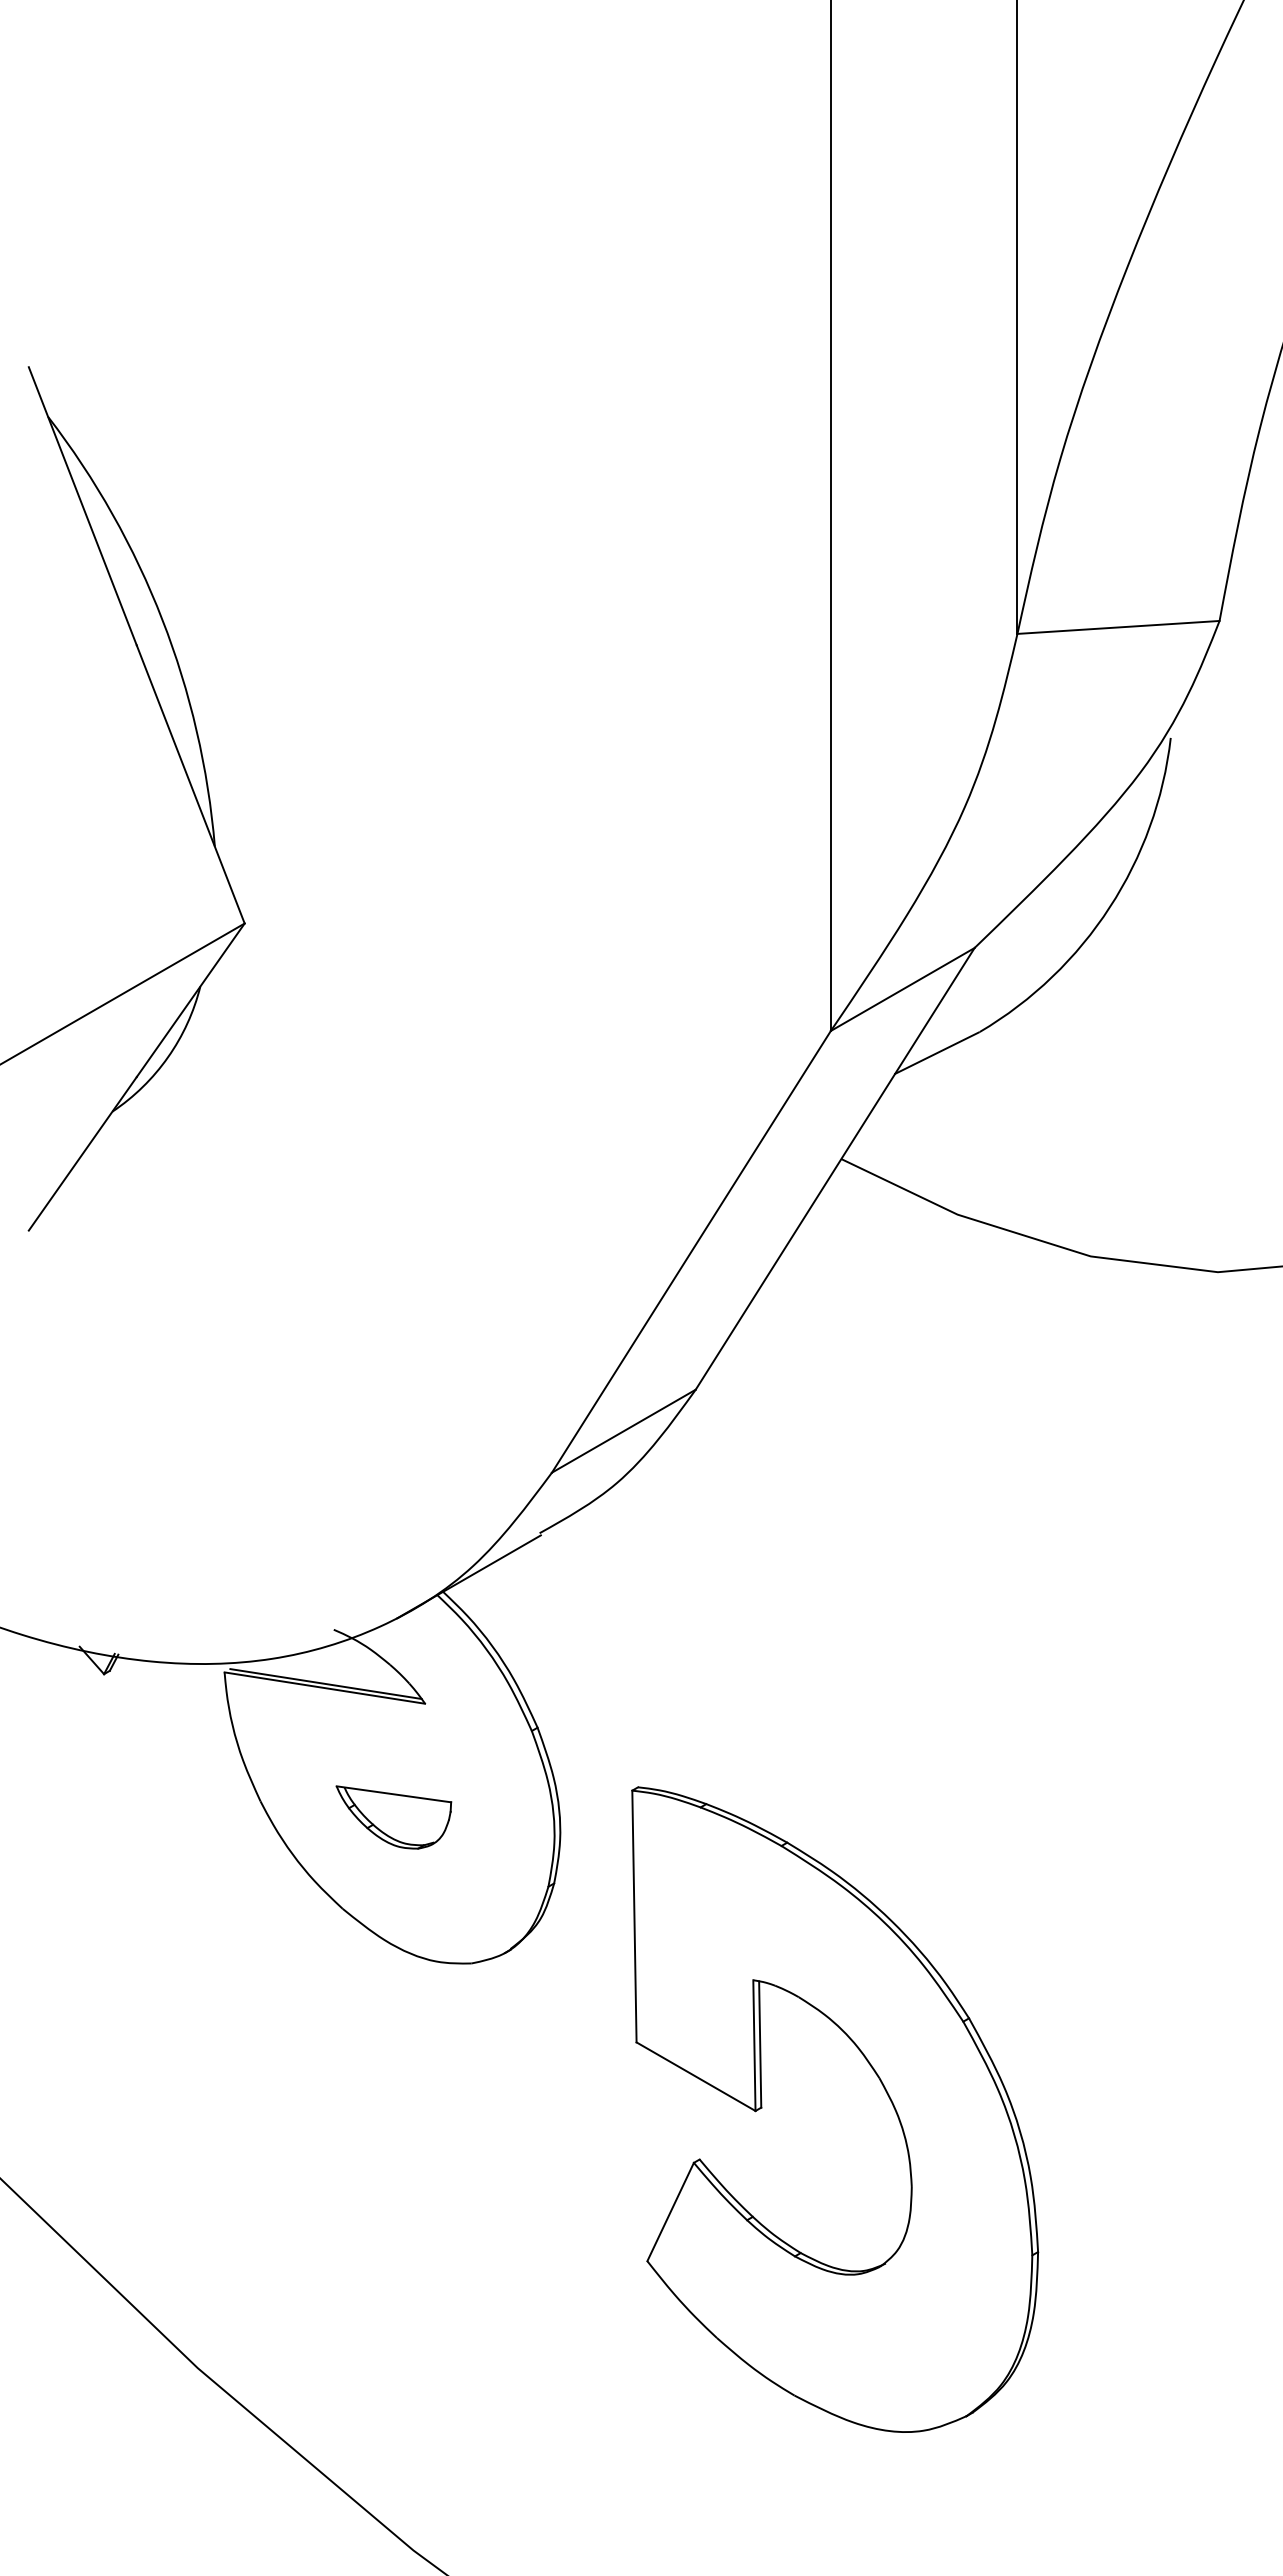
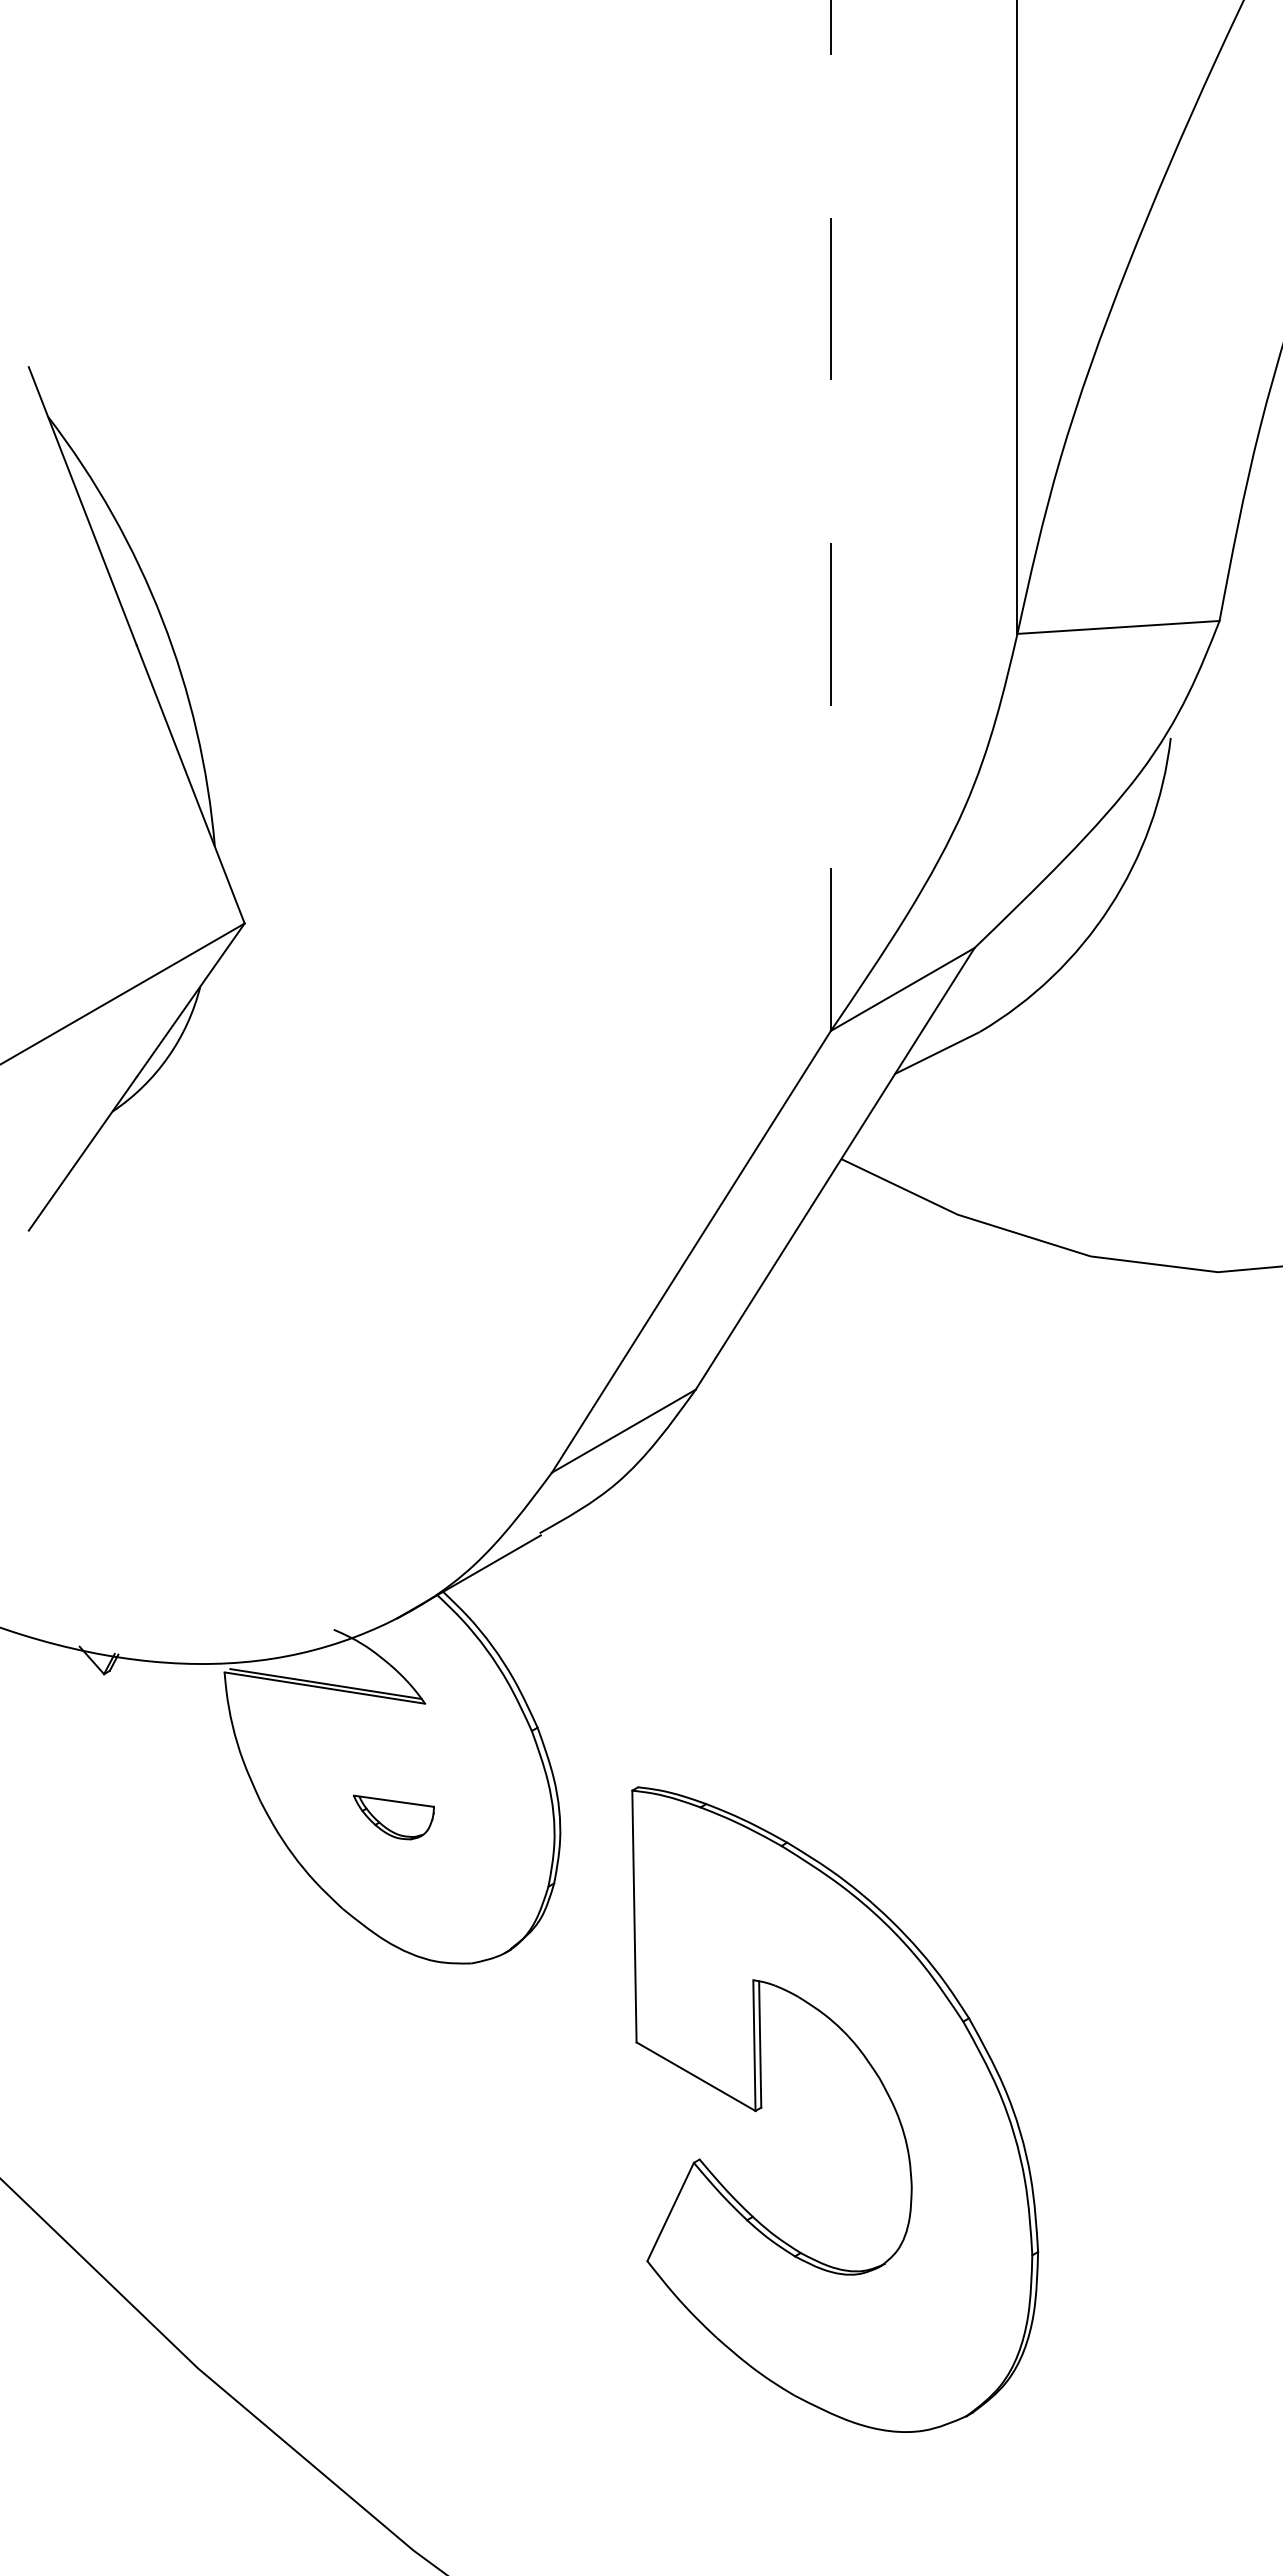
line at (830, 515): solid -> dashed
part at (393, 1817) size: 118x65 px -> 82x47 px
